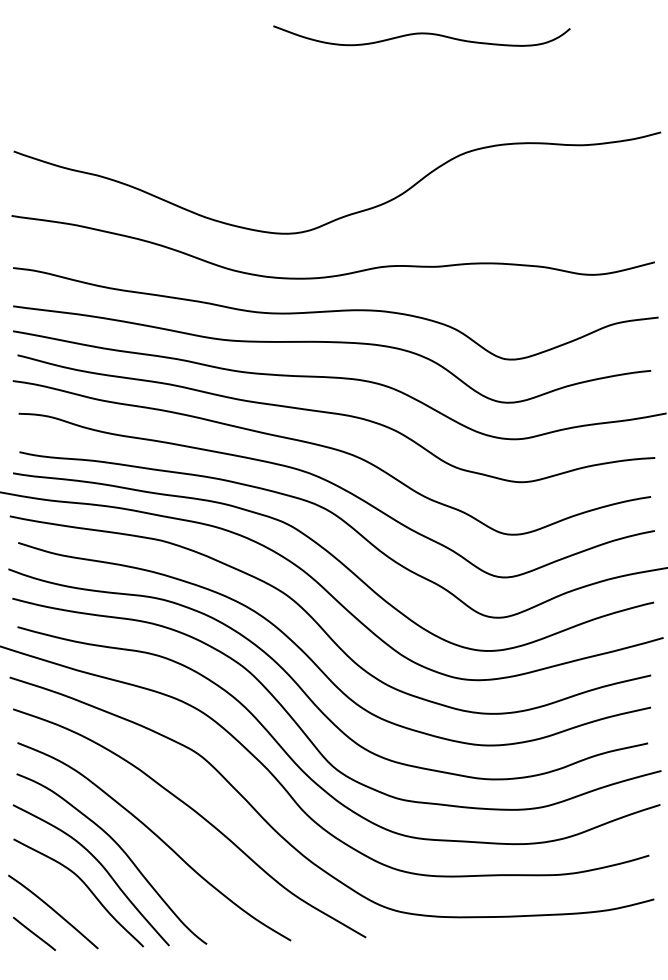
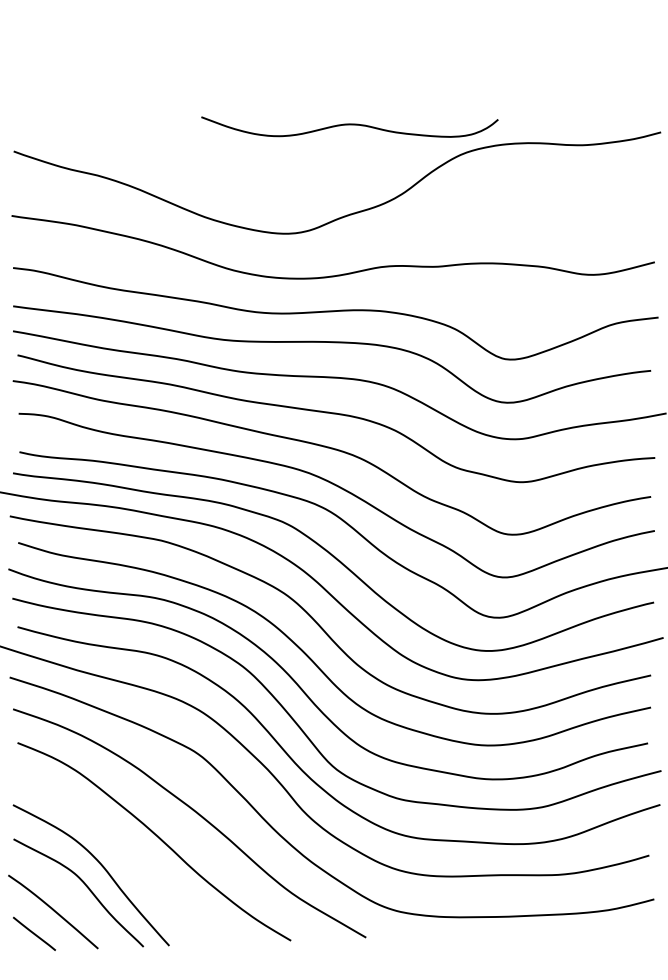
curve at (421, 34) position: (421, 34) -> (349, 125)
curve at (120, 849): present -> none
